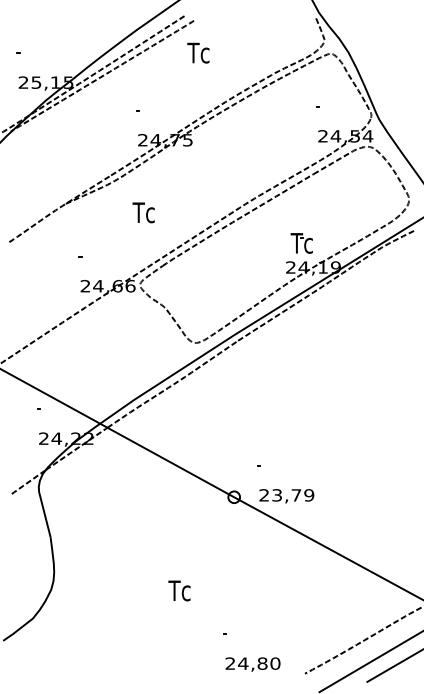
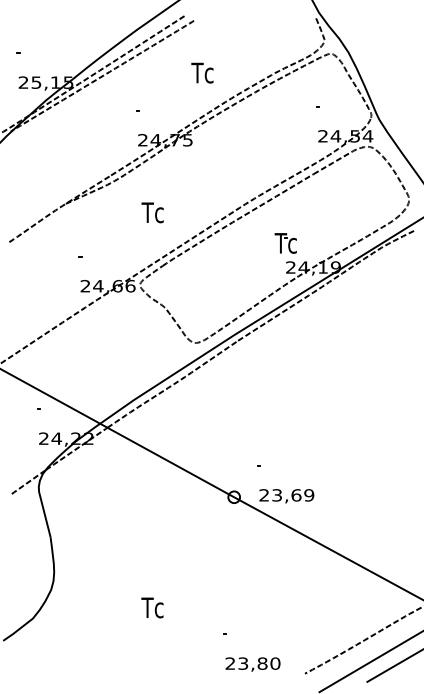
text at (198, 52) position: (198, 52) -> (202, 72)
text at (143, 212) position: (143, 212) -> (152, 212)
part at (301, 243) position: (301, 243) -> (285, 243)
text at (296, 495): 23,79 -> 23,69
text at (179, 590) position: (179, 590) -> (152, 607)
text at (243, 663): 24,80 -> 23,80
